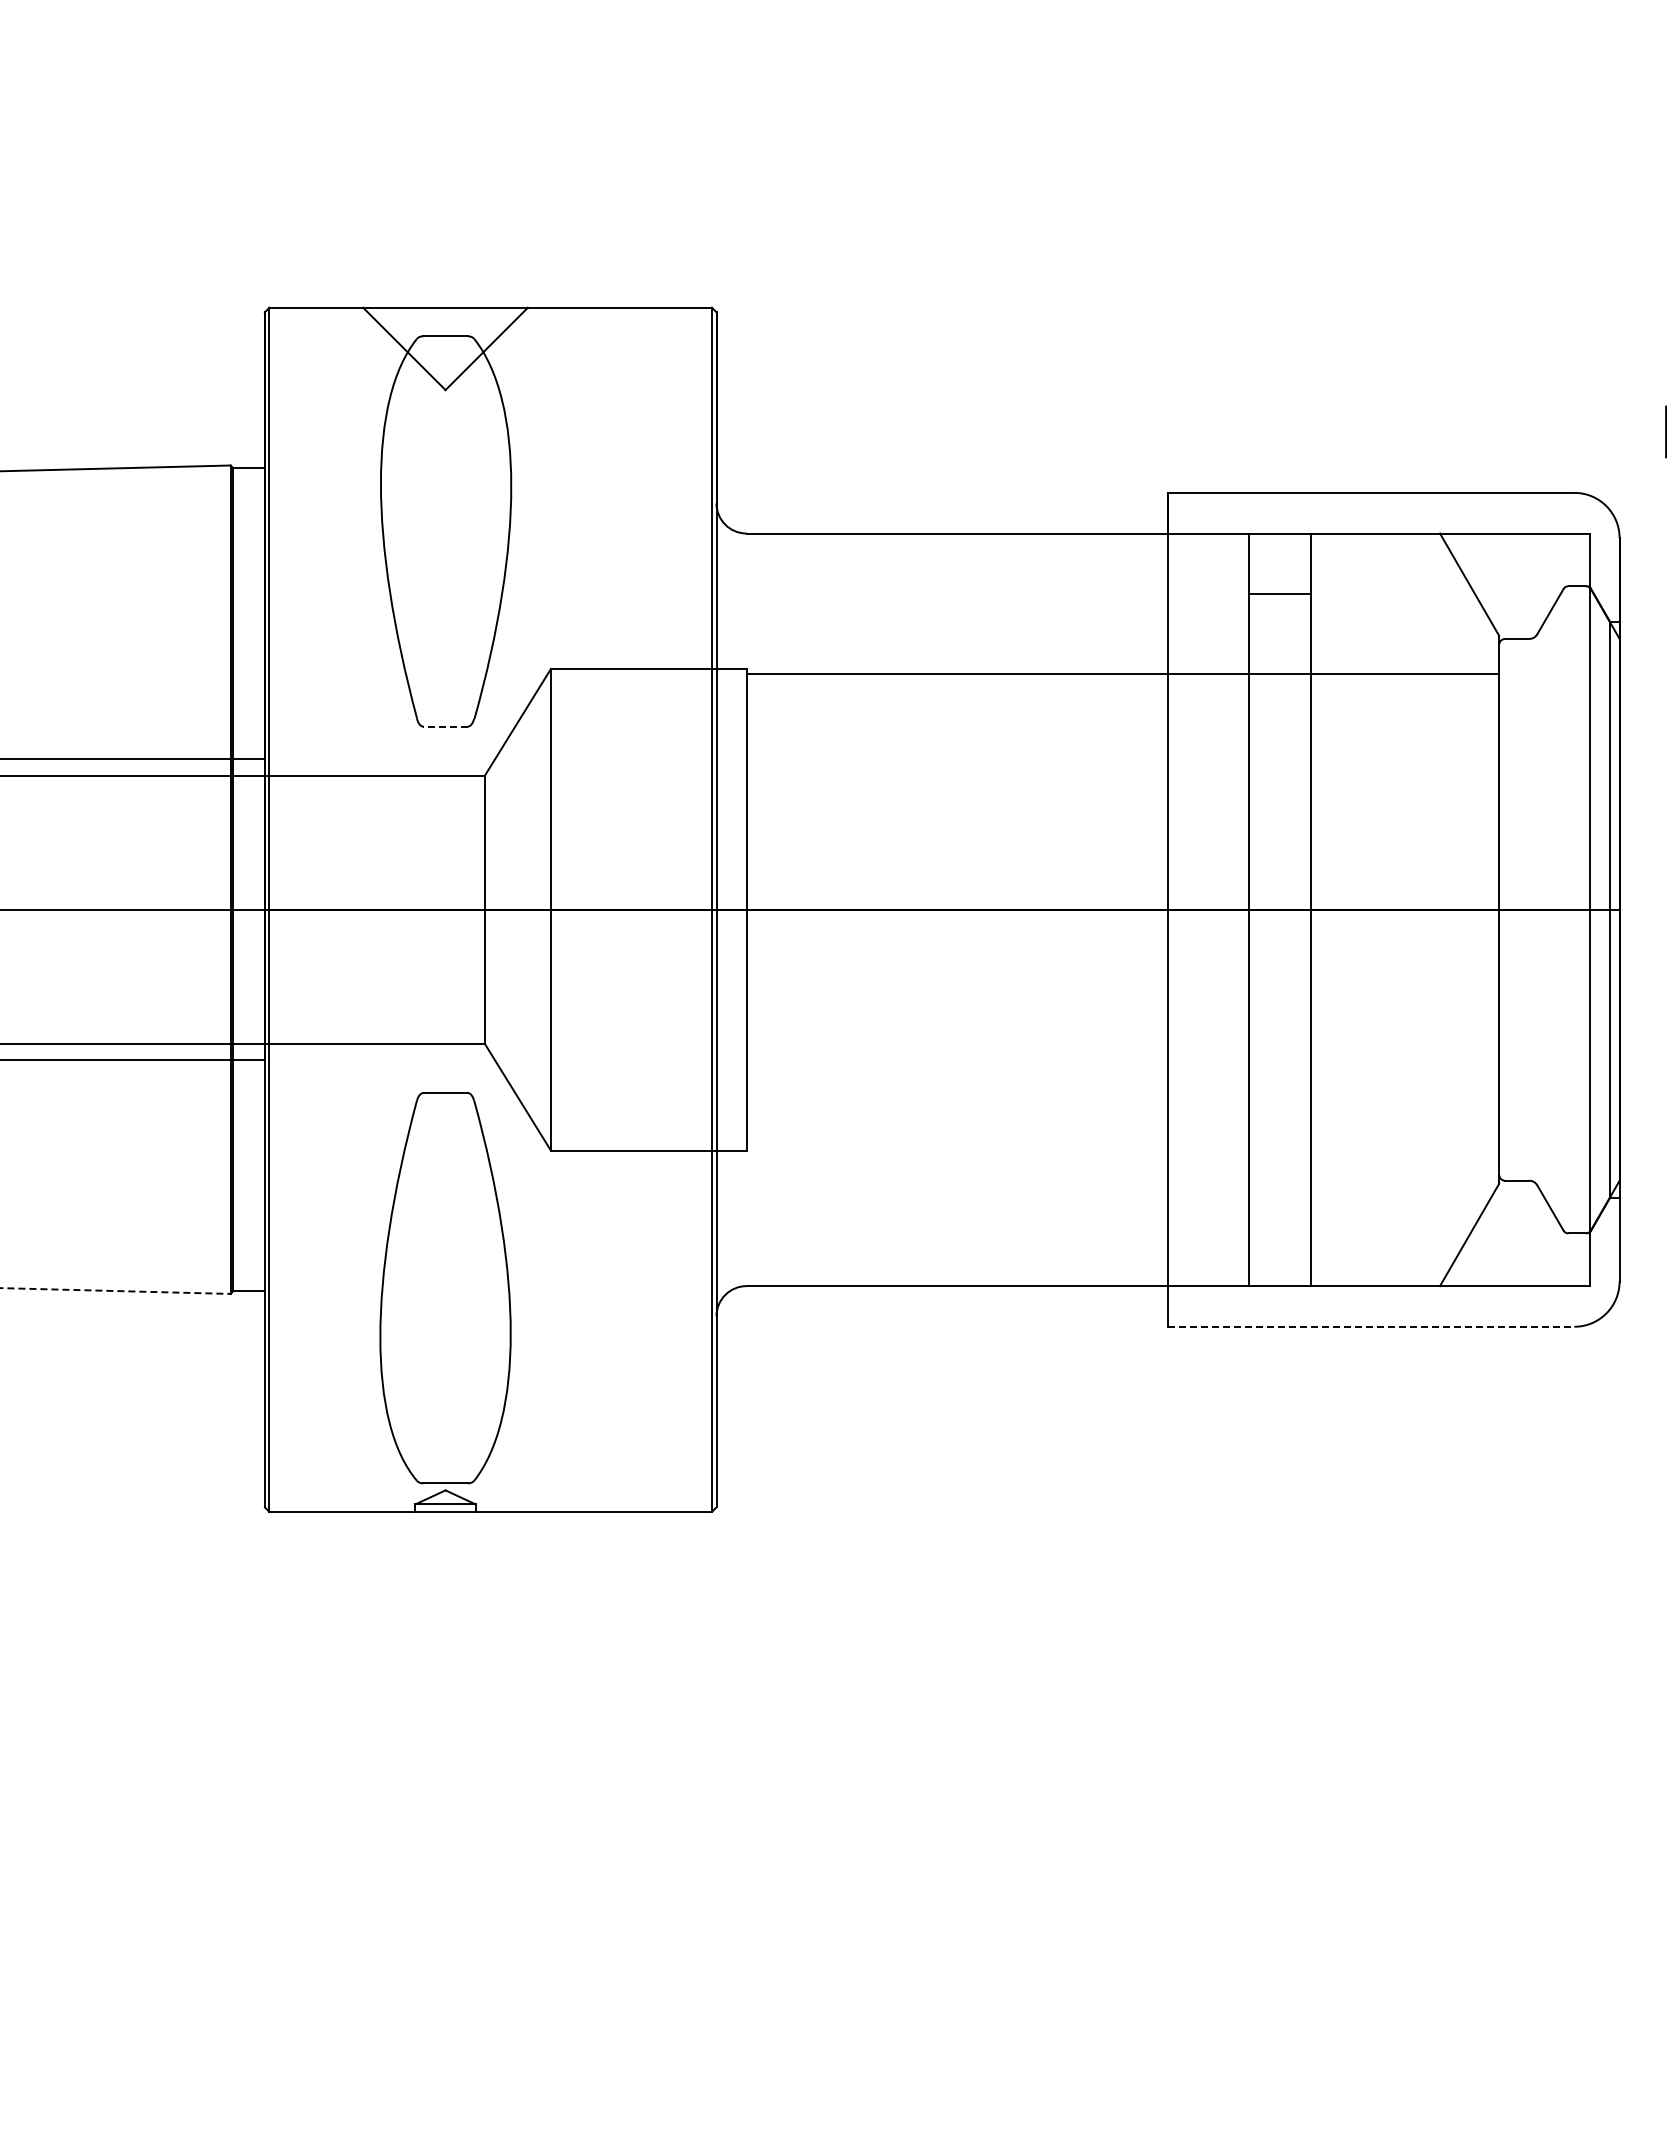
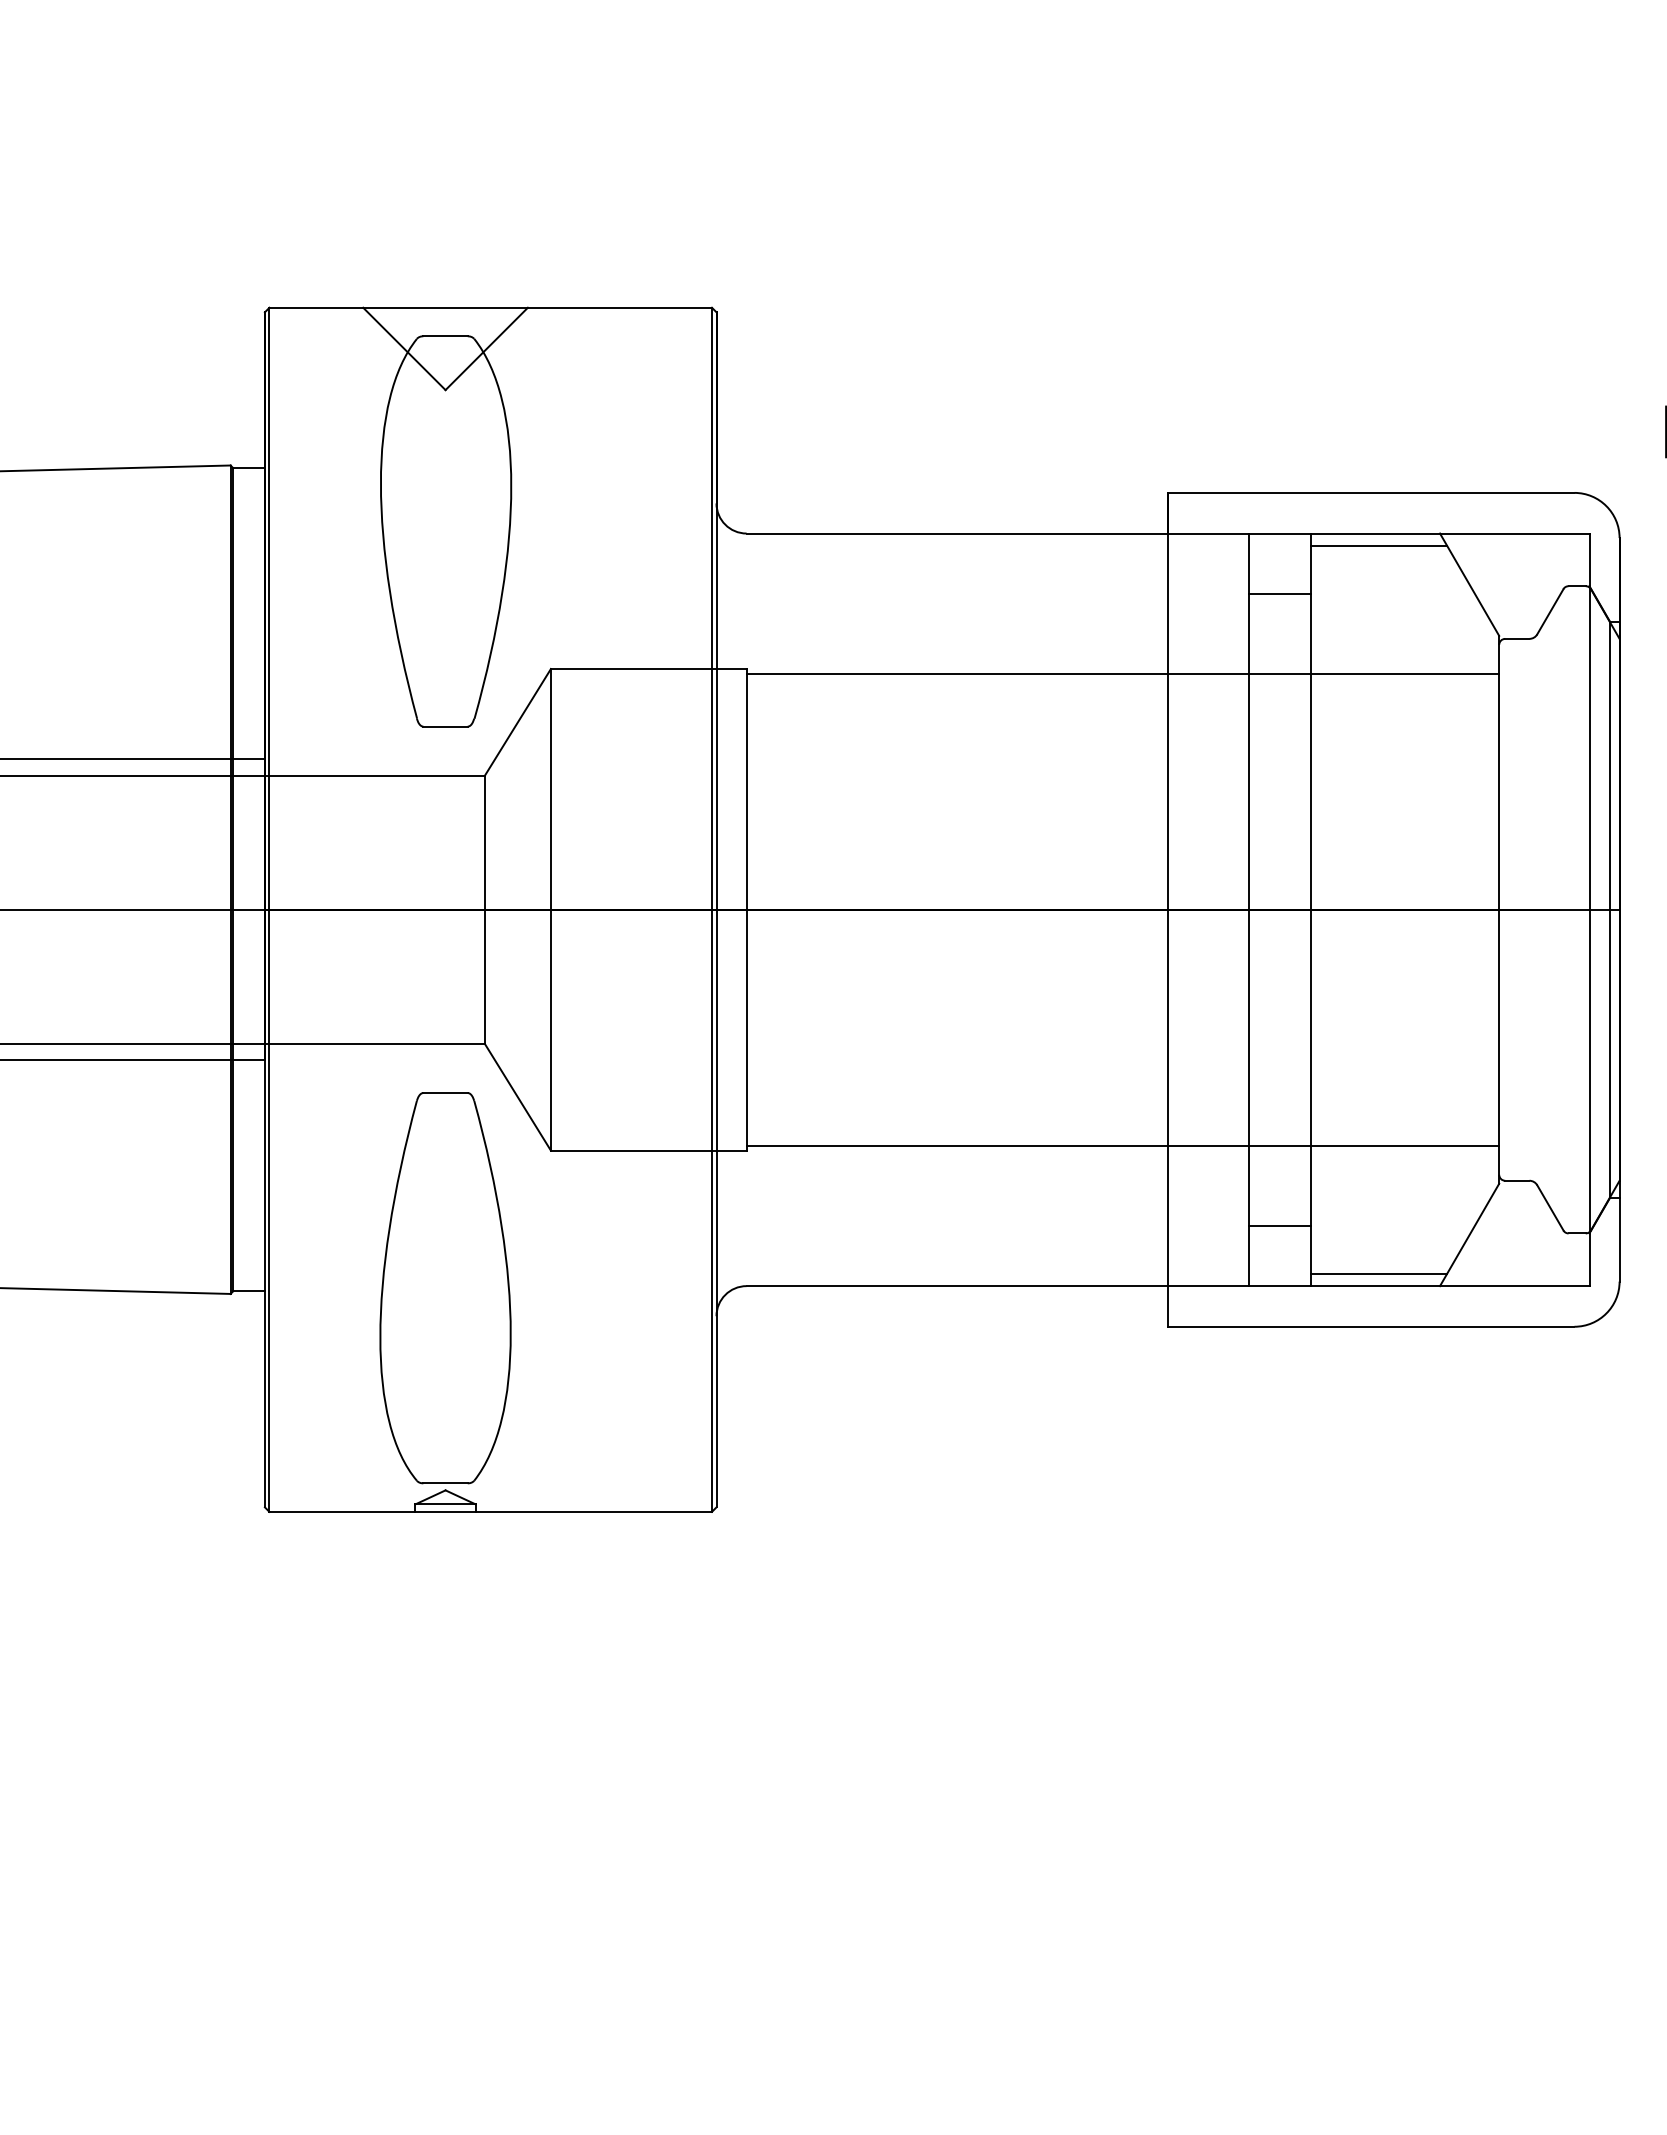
line at (1379, 545): none -> present
line at (445, 726): dashed -> solid
line at (1122, 1146): none -> present
line at (1280, 1225): none -> present
line at (1379, 1273): none -> present
line at (115, 1291): dashed -> solid
line at (1371, 1326): dashed -> solid
